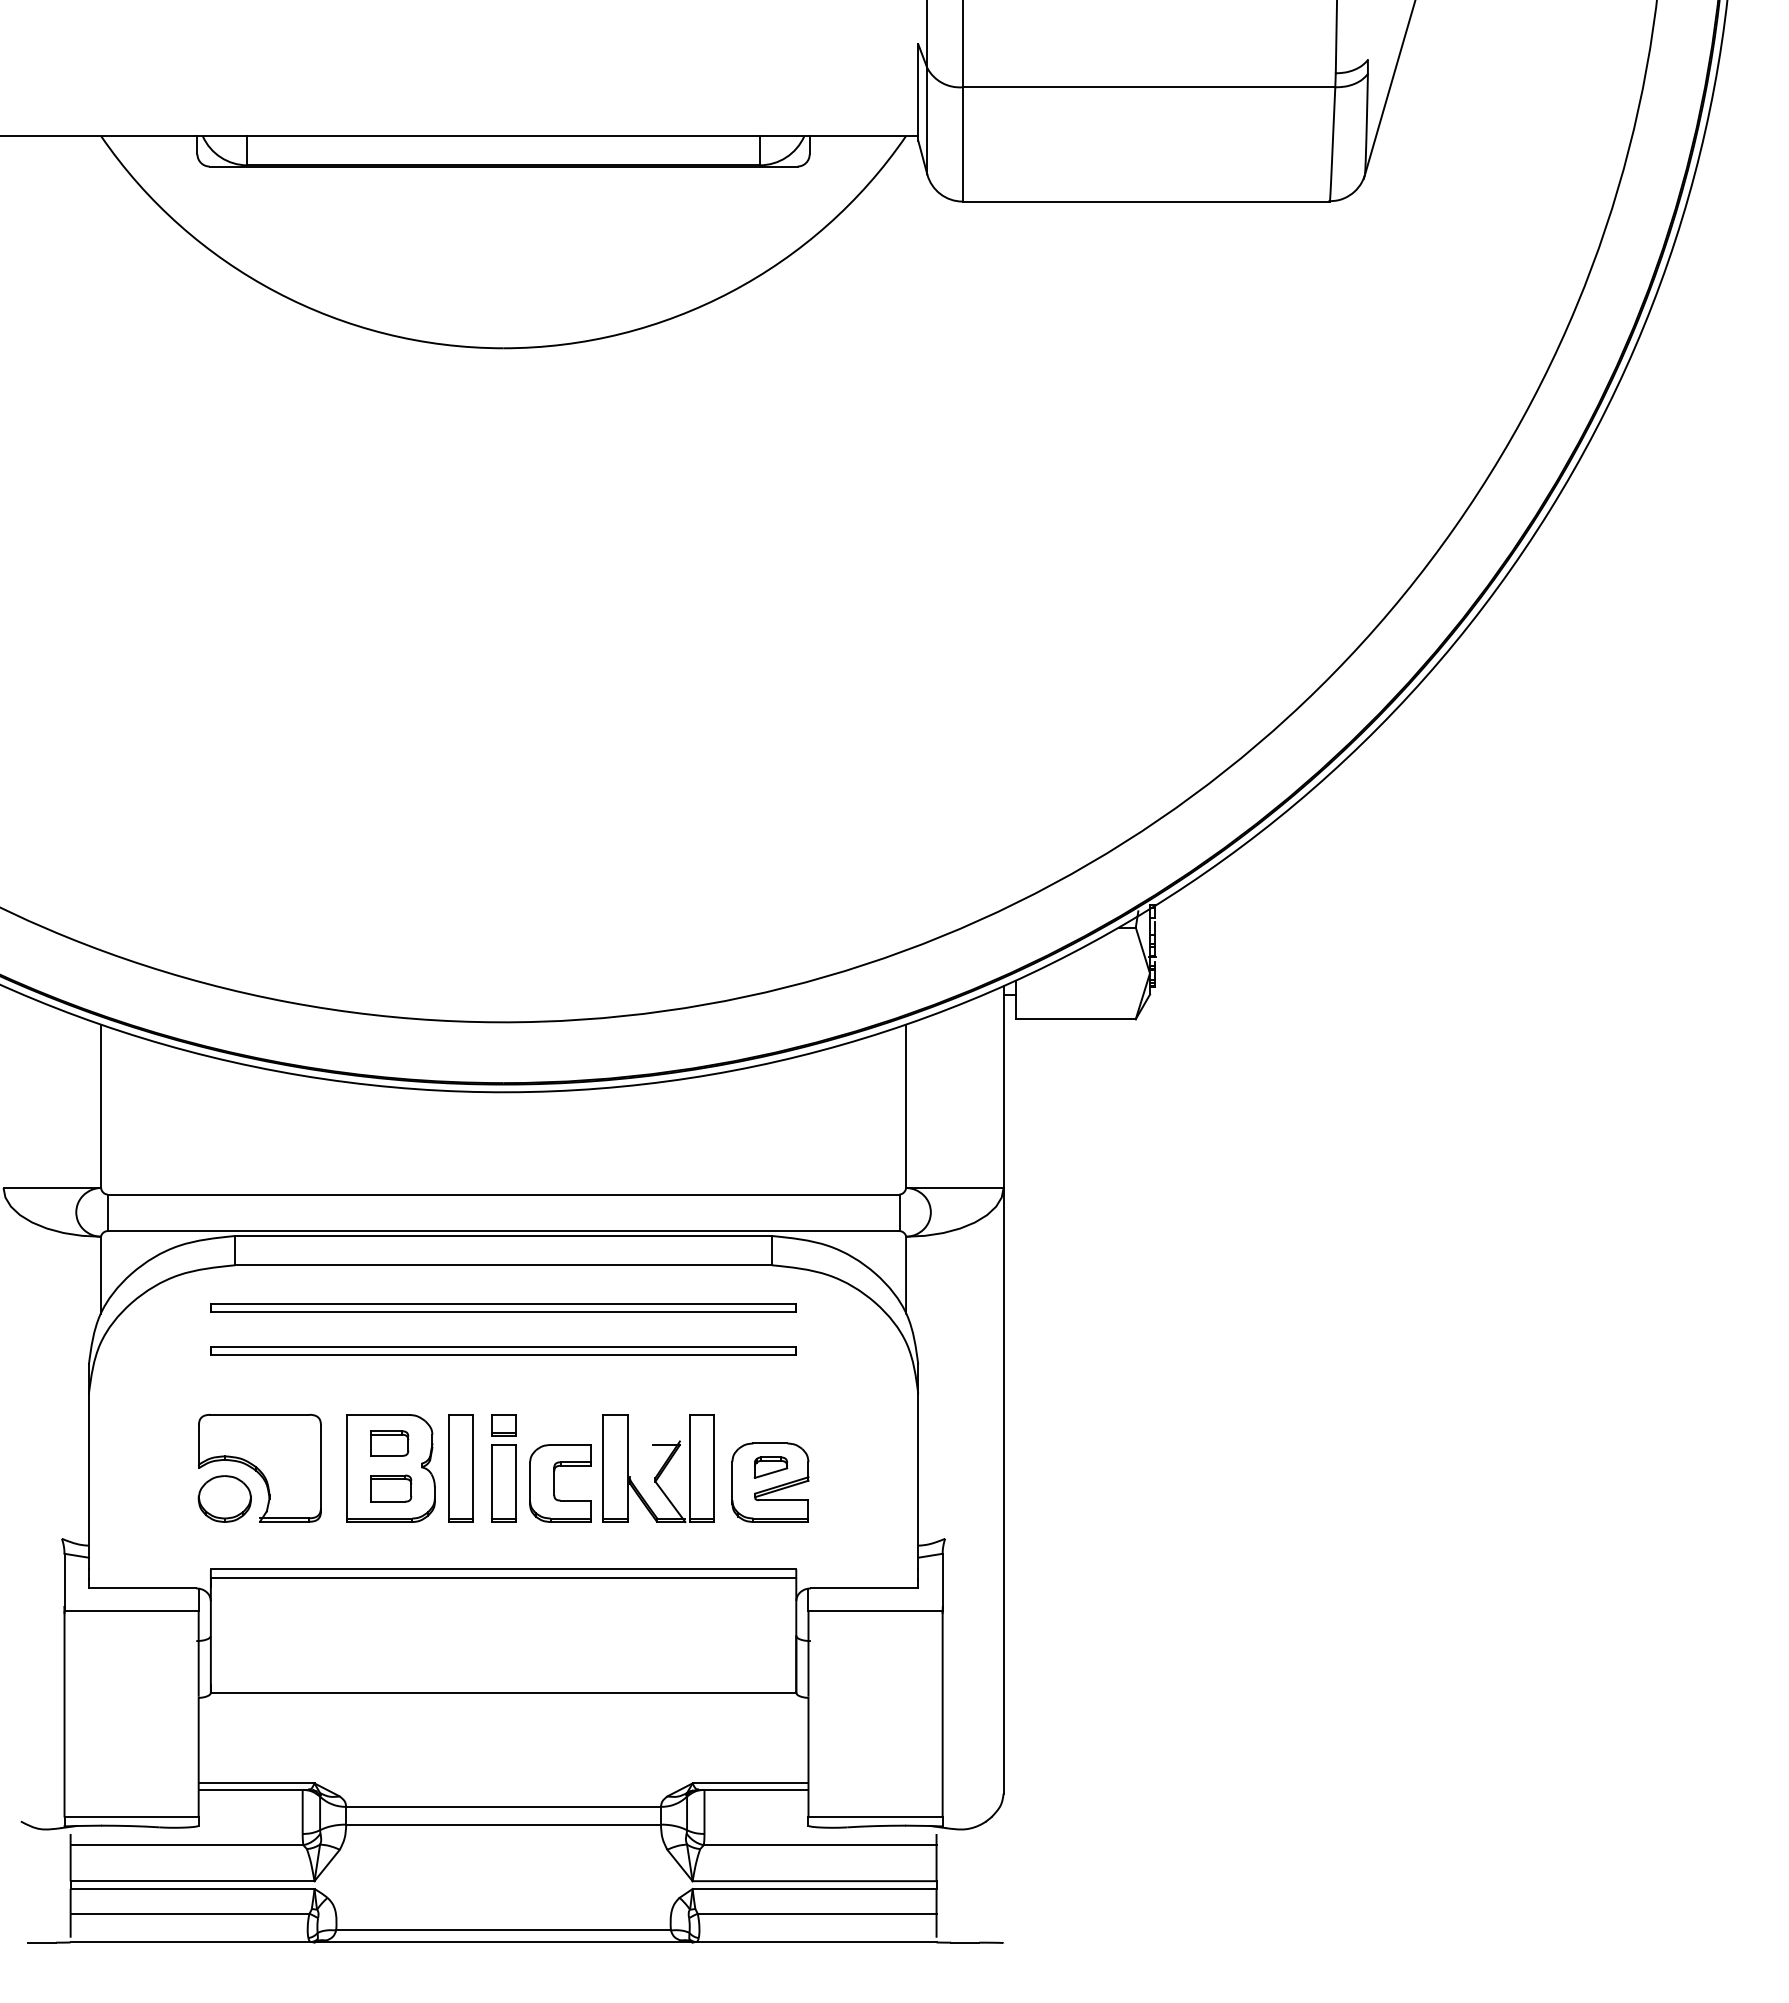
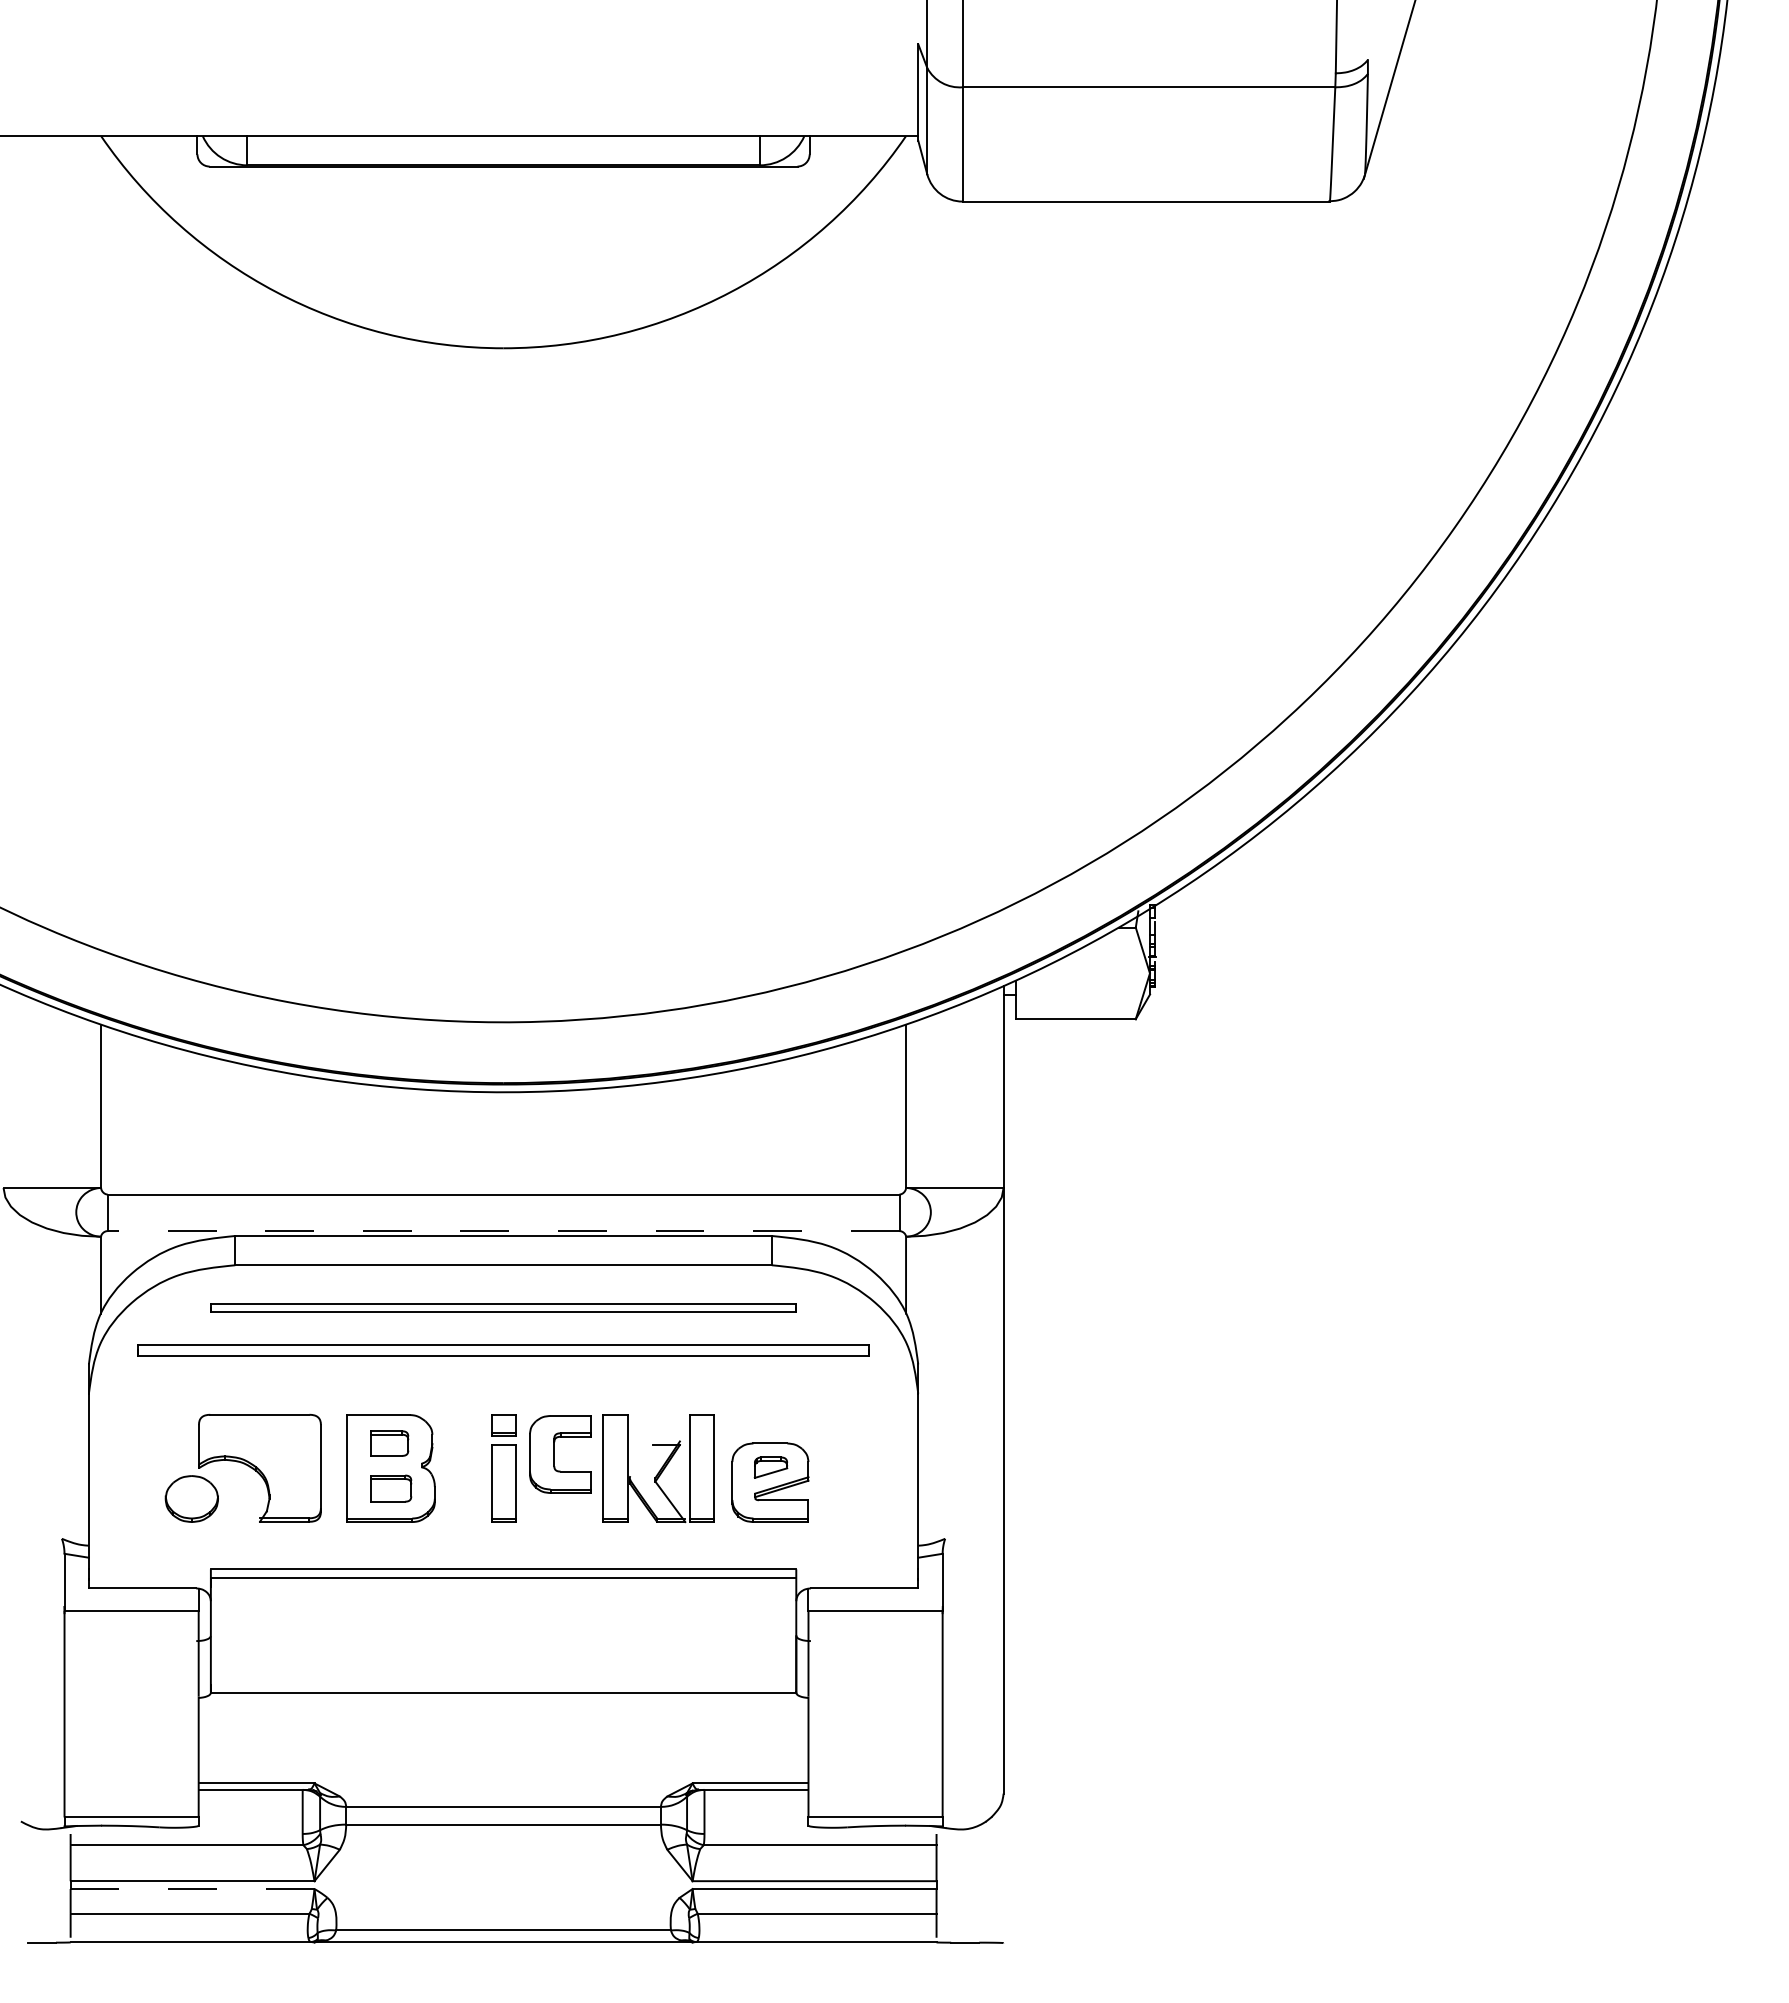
line at (503, 1231): solid -> dashed
part at (503, 1350) size: 587x10 px -> 733x13 px
part at (460, 1468): present -> none
part at (560, 1483) position: (560, 1483) -> (560, 1454)
part at (224, 1498) position: (224, 1498) -> (191, 1498)
line at (192, 1889): solid -> dashed
